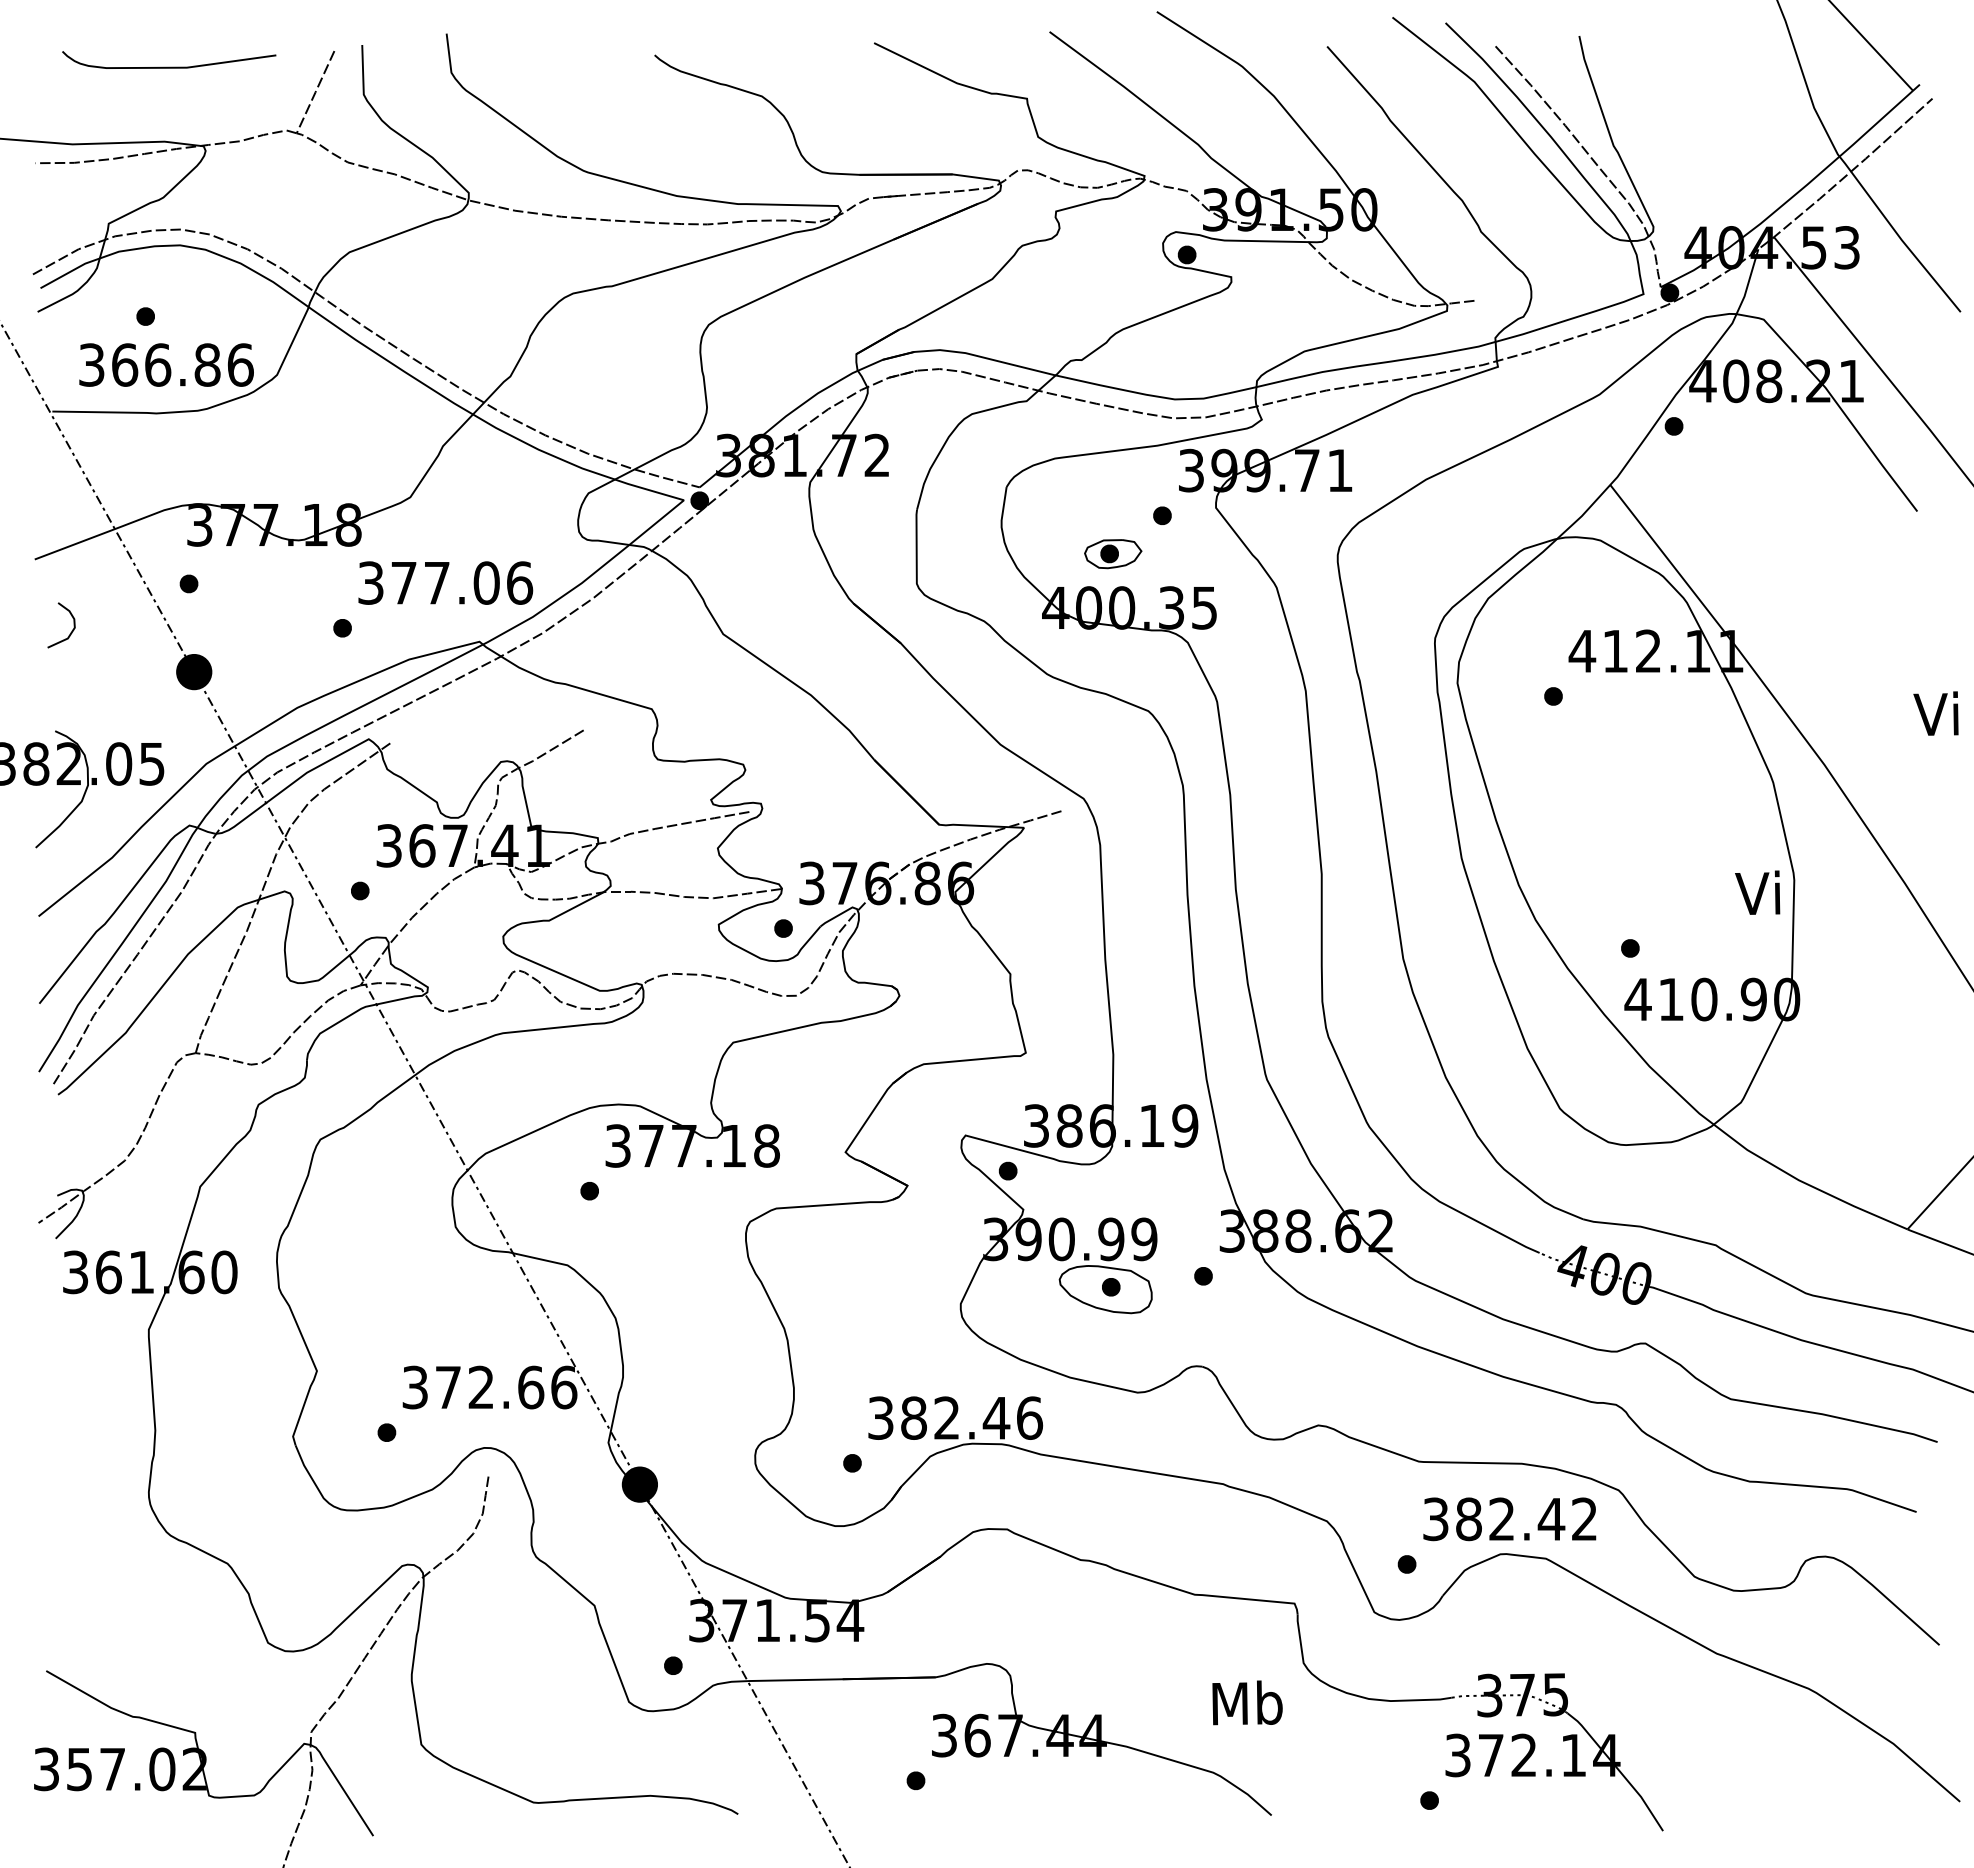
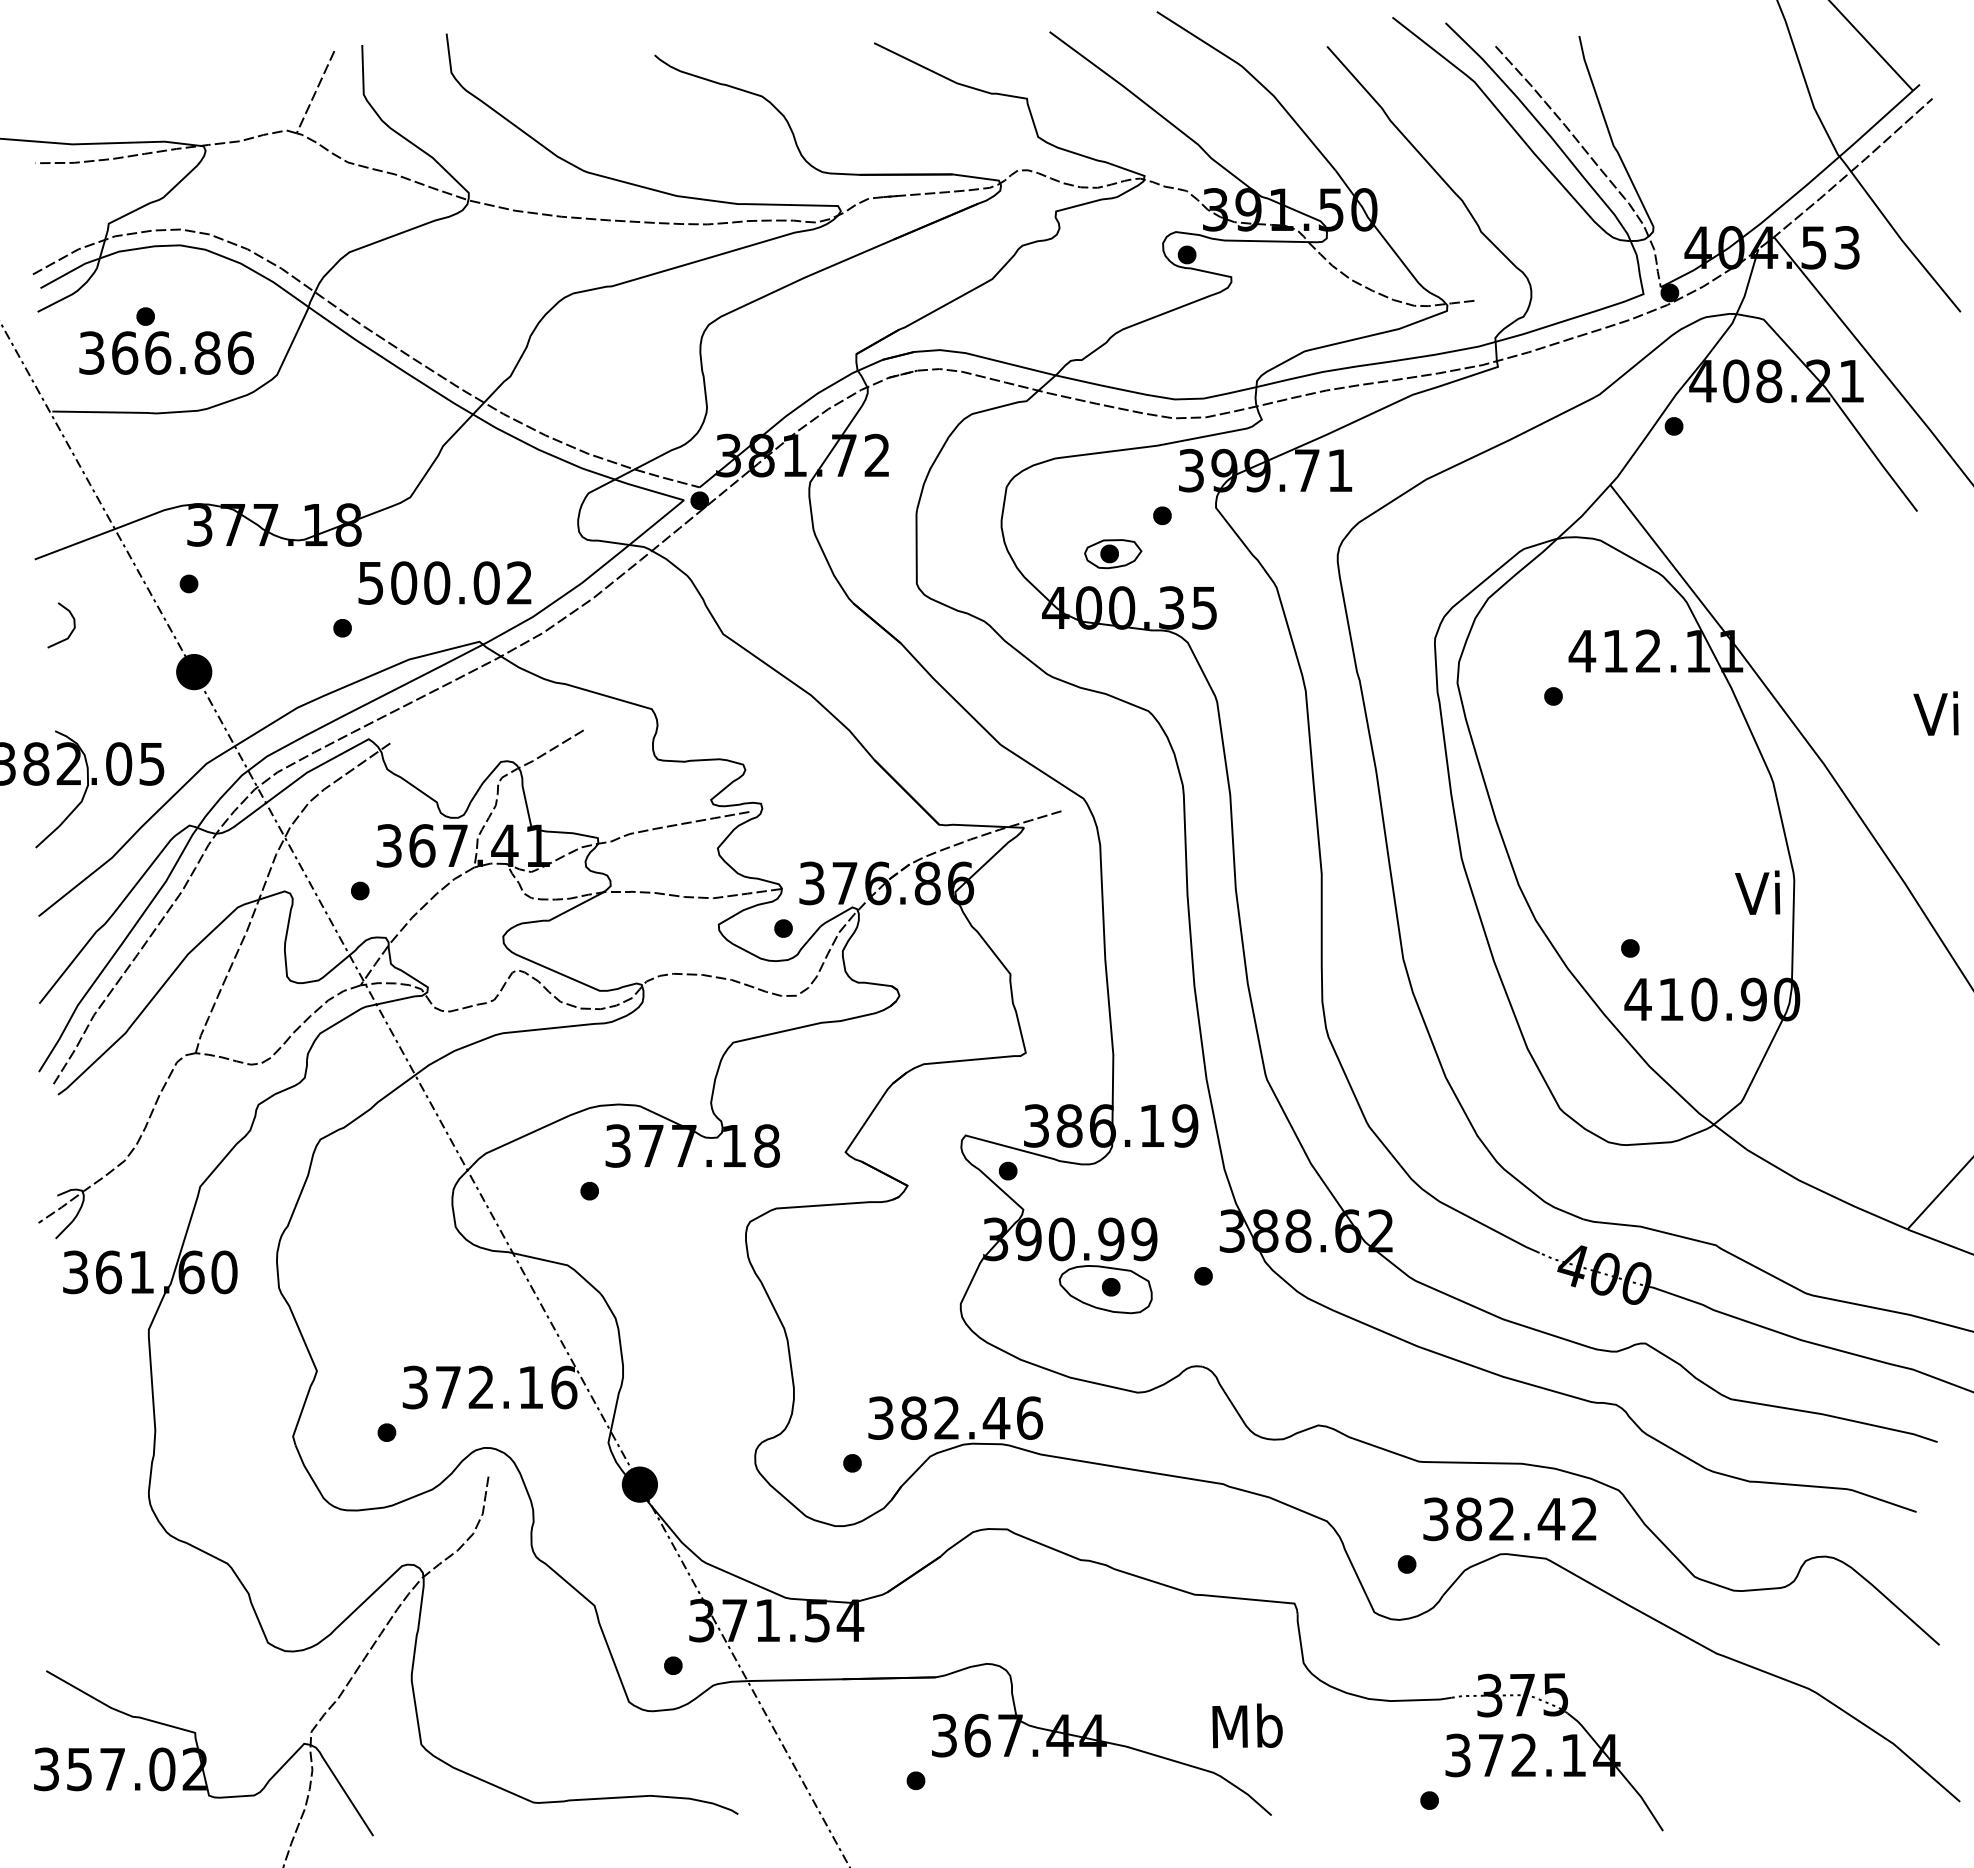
curve at (169, 66): present -> none
text at (166, 364) position: (166, 364) -> (166, 352)
text at (445, 582): 377.06 -> 500.02
text at (531, 1387): 372.66 -> 372.16
text at (1247, 1702) position: (1247, 1702) -> (1247, 1725)
